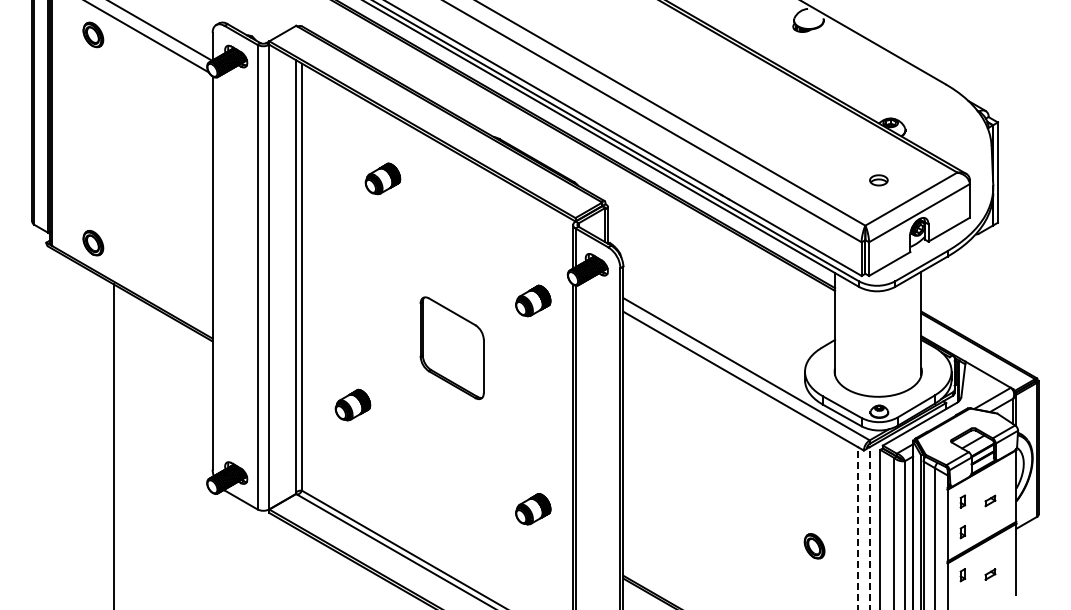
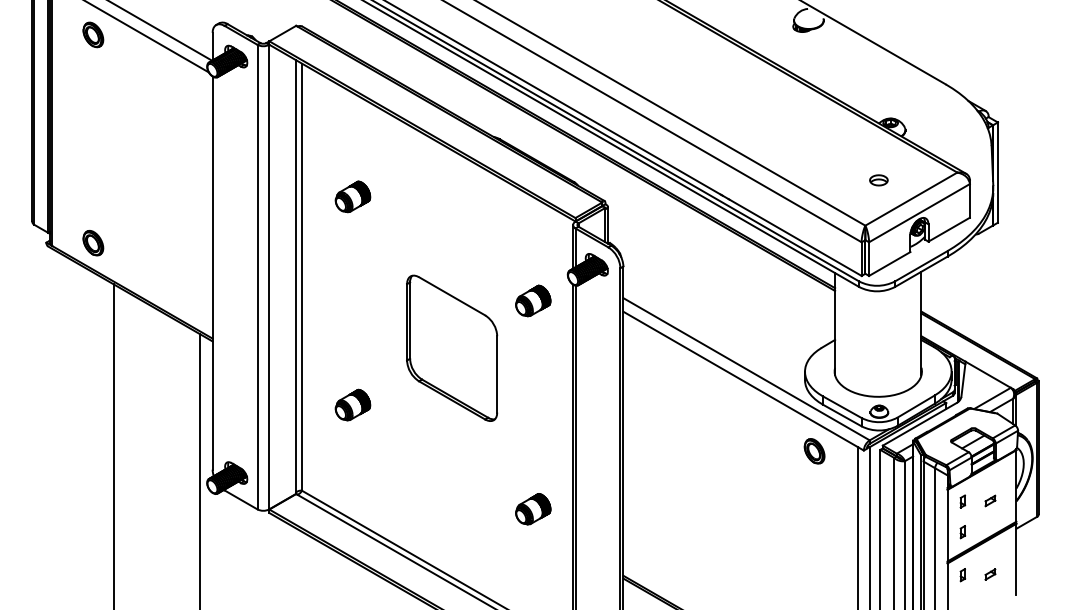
part at (382, 178) position: (382, 178) -> (352, 196)
part at (451, 347) size: 66x104 px -> 93x148 px
line at (200, 470): none -> present
line at (857, 527): dashed -> solid
line at (869, 527): dashed -> solid
part at (814, 546) position: (814, 546) -> (814, 451)
